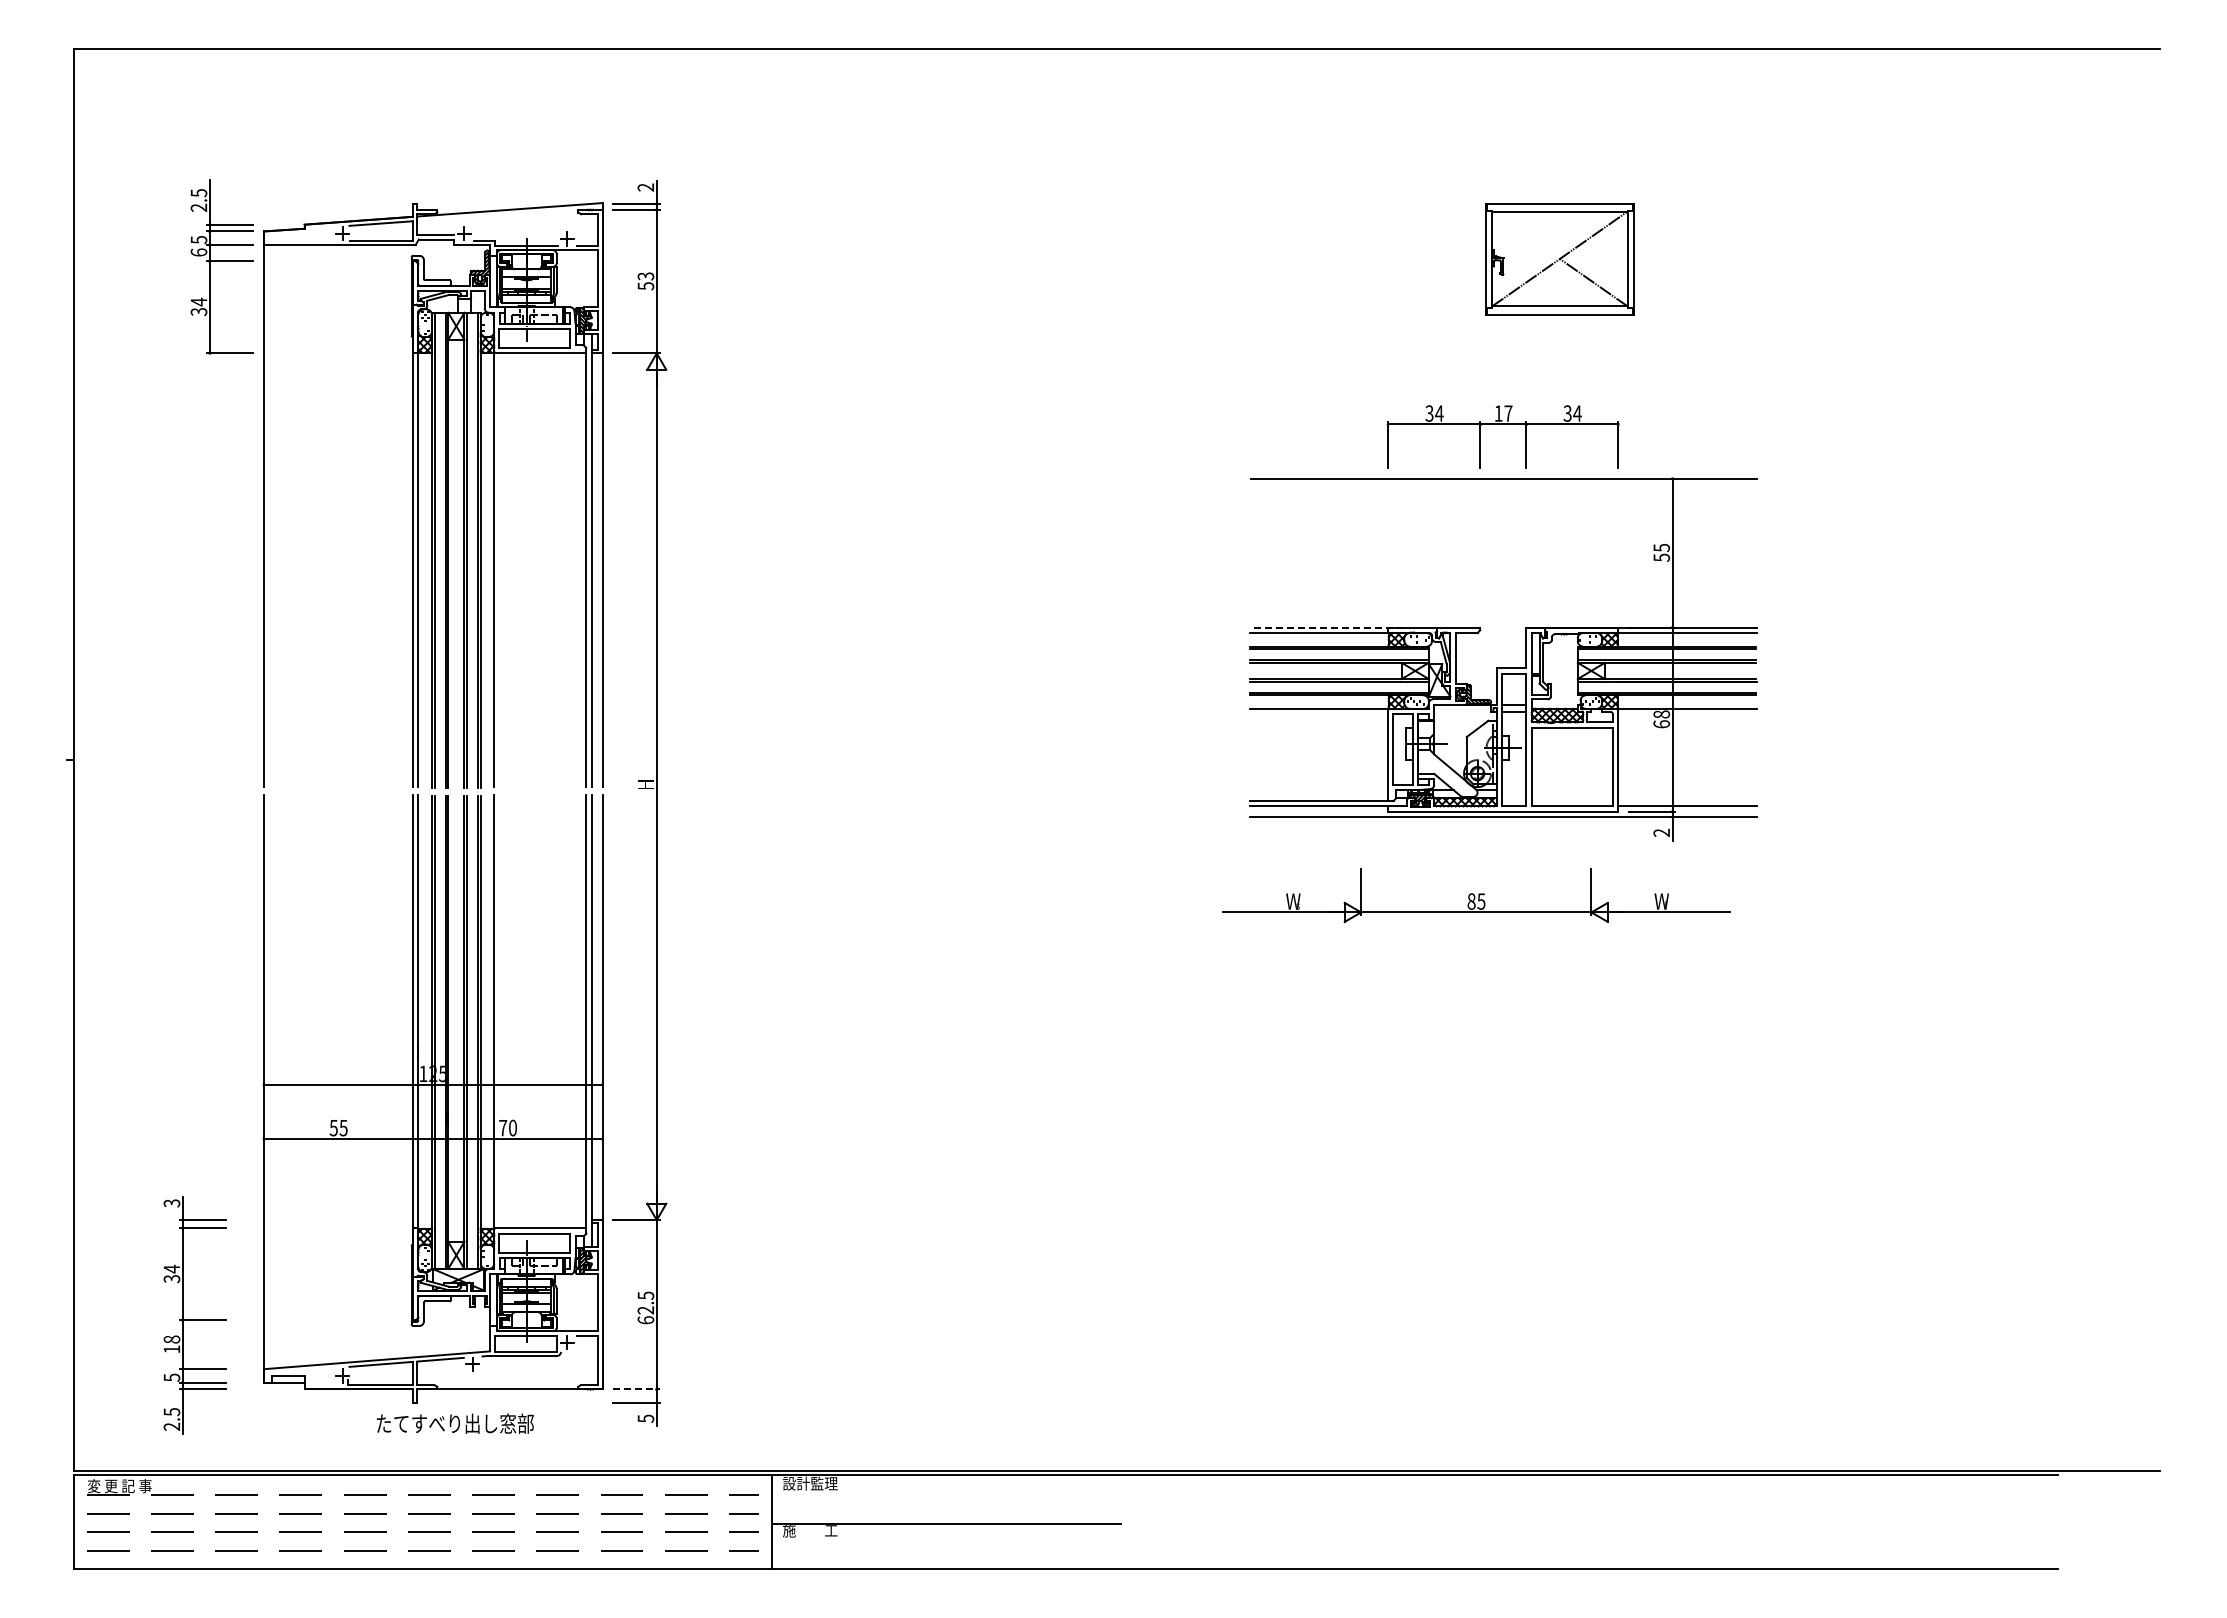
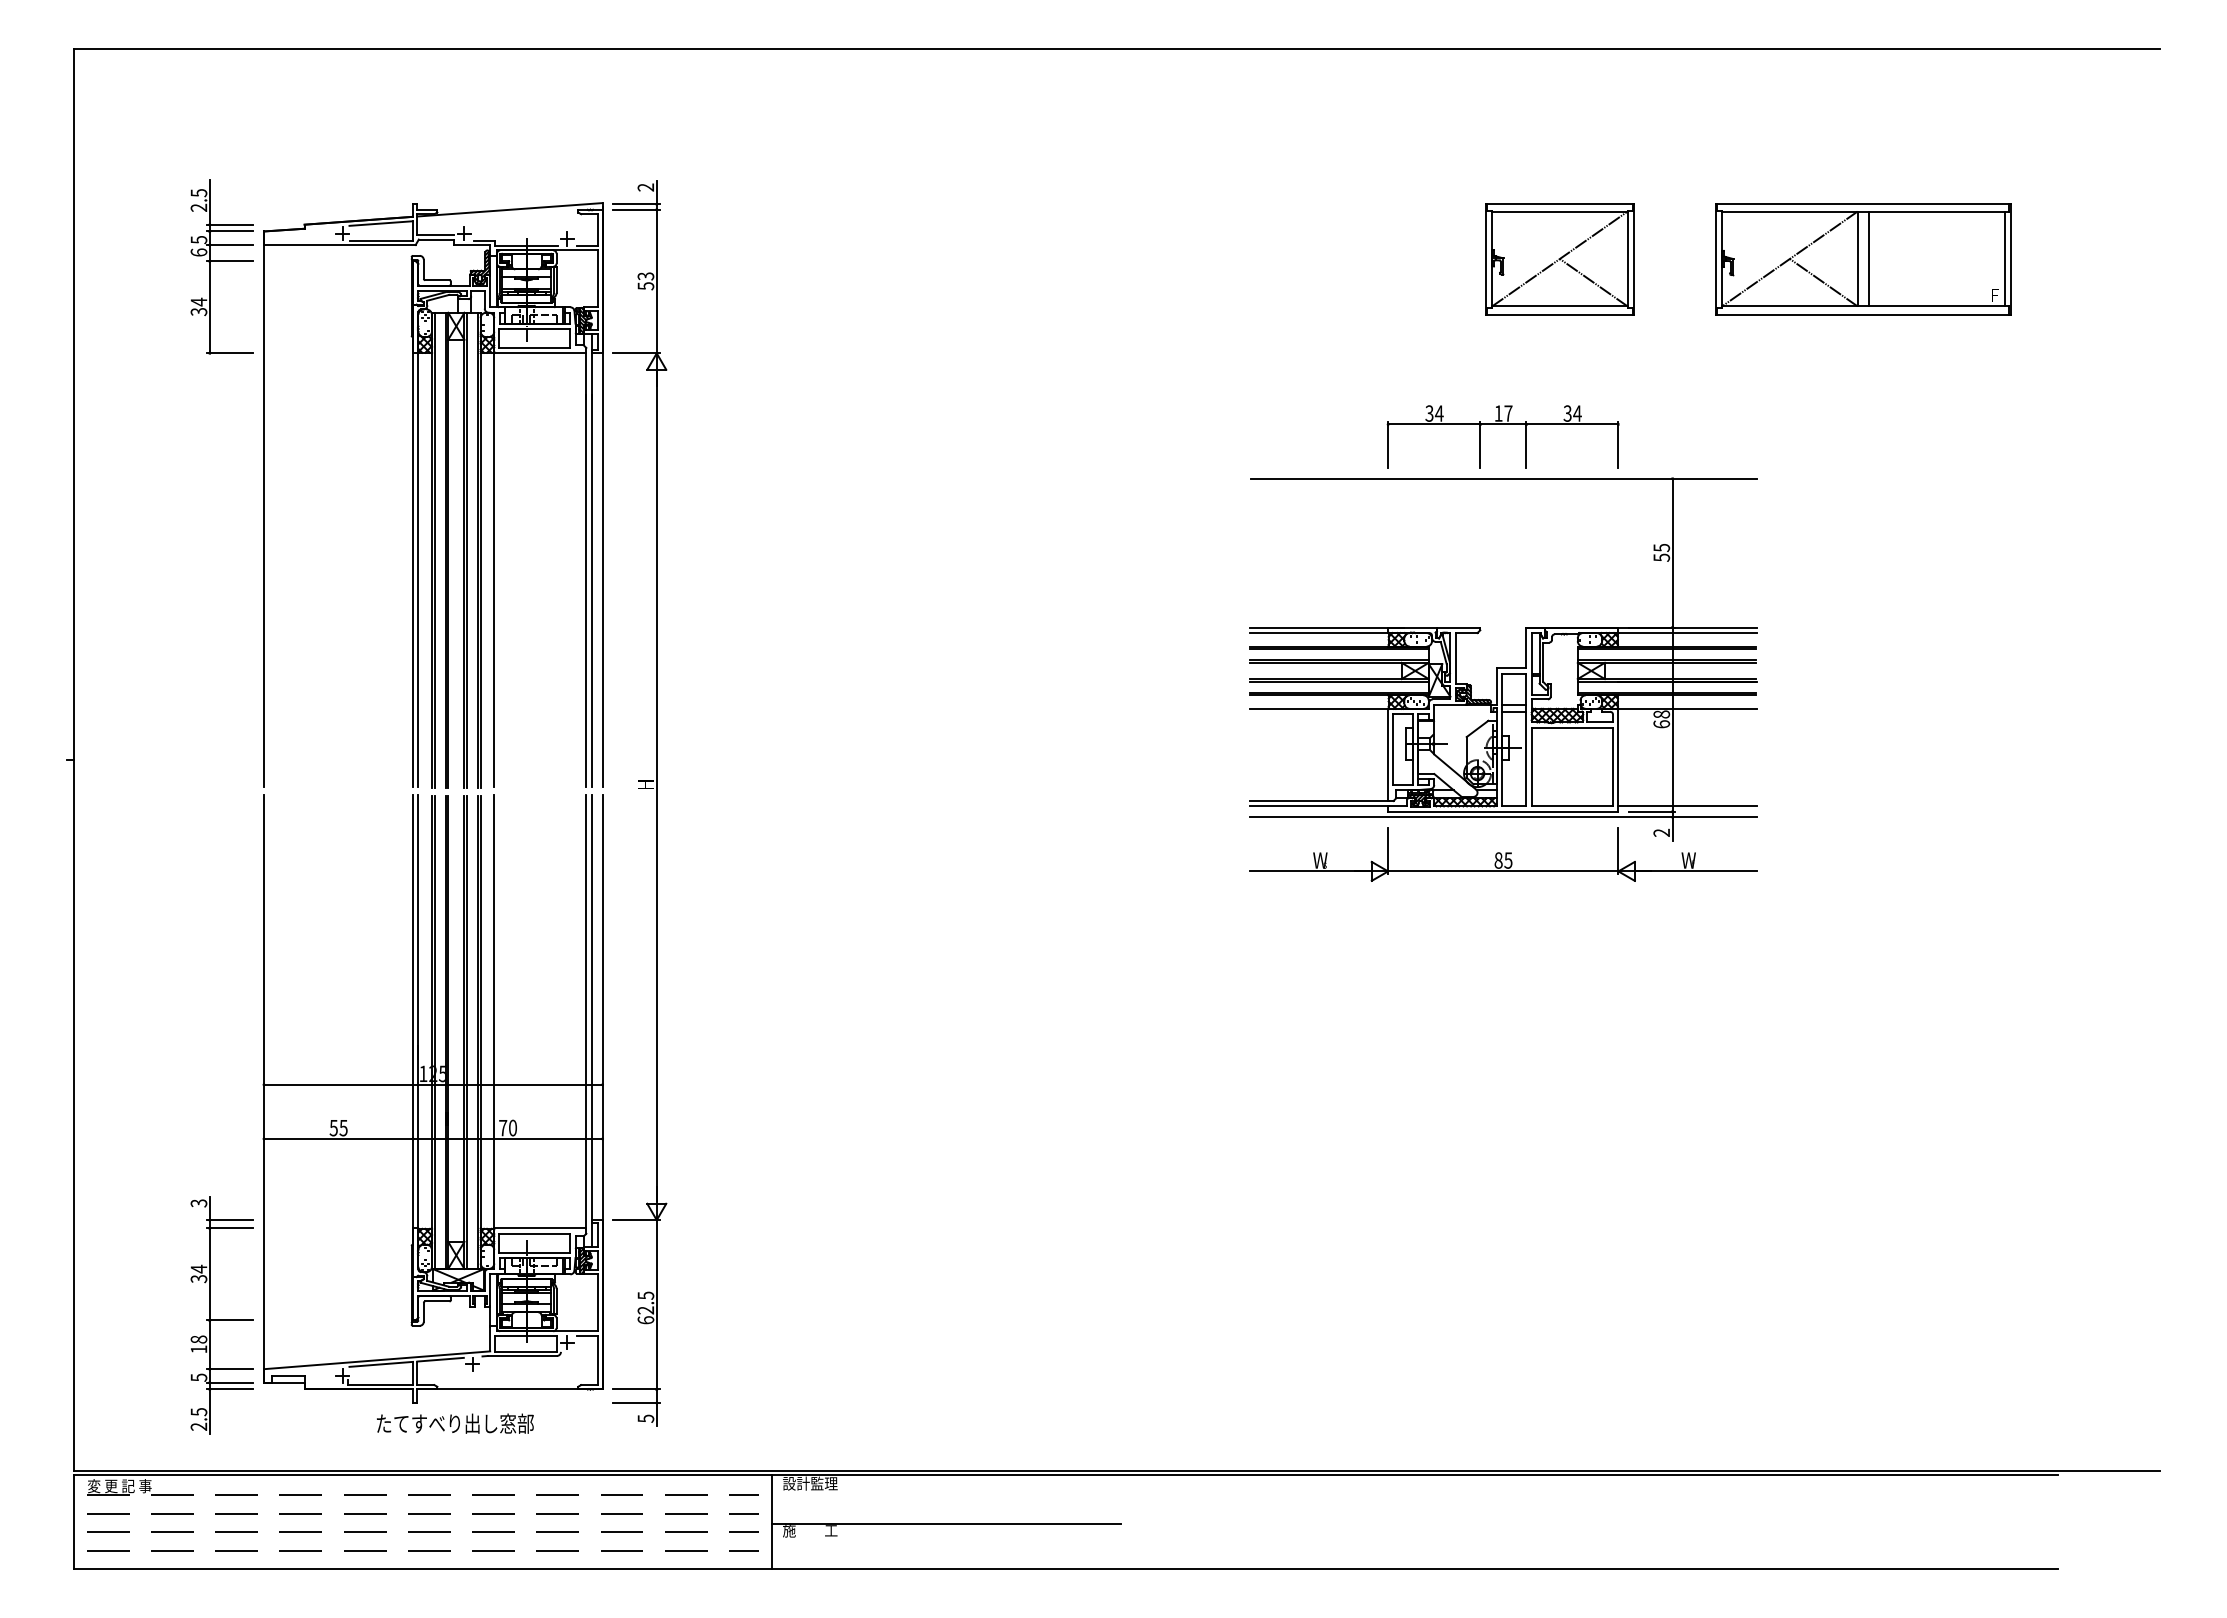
part at (1863, 259): none -> present
line at (1326, 627): dashed -> solid
part at (1476, 895) position: (1476, 895) -> (1503, 854)
part at (194, 1315) position: (194, 1315) -> (221, 1315)
line at (636, 1389): dashed -> solid
